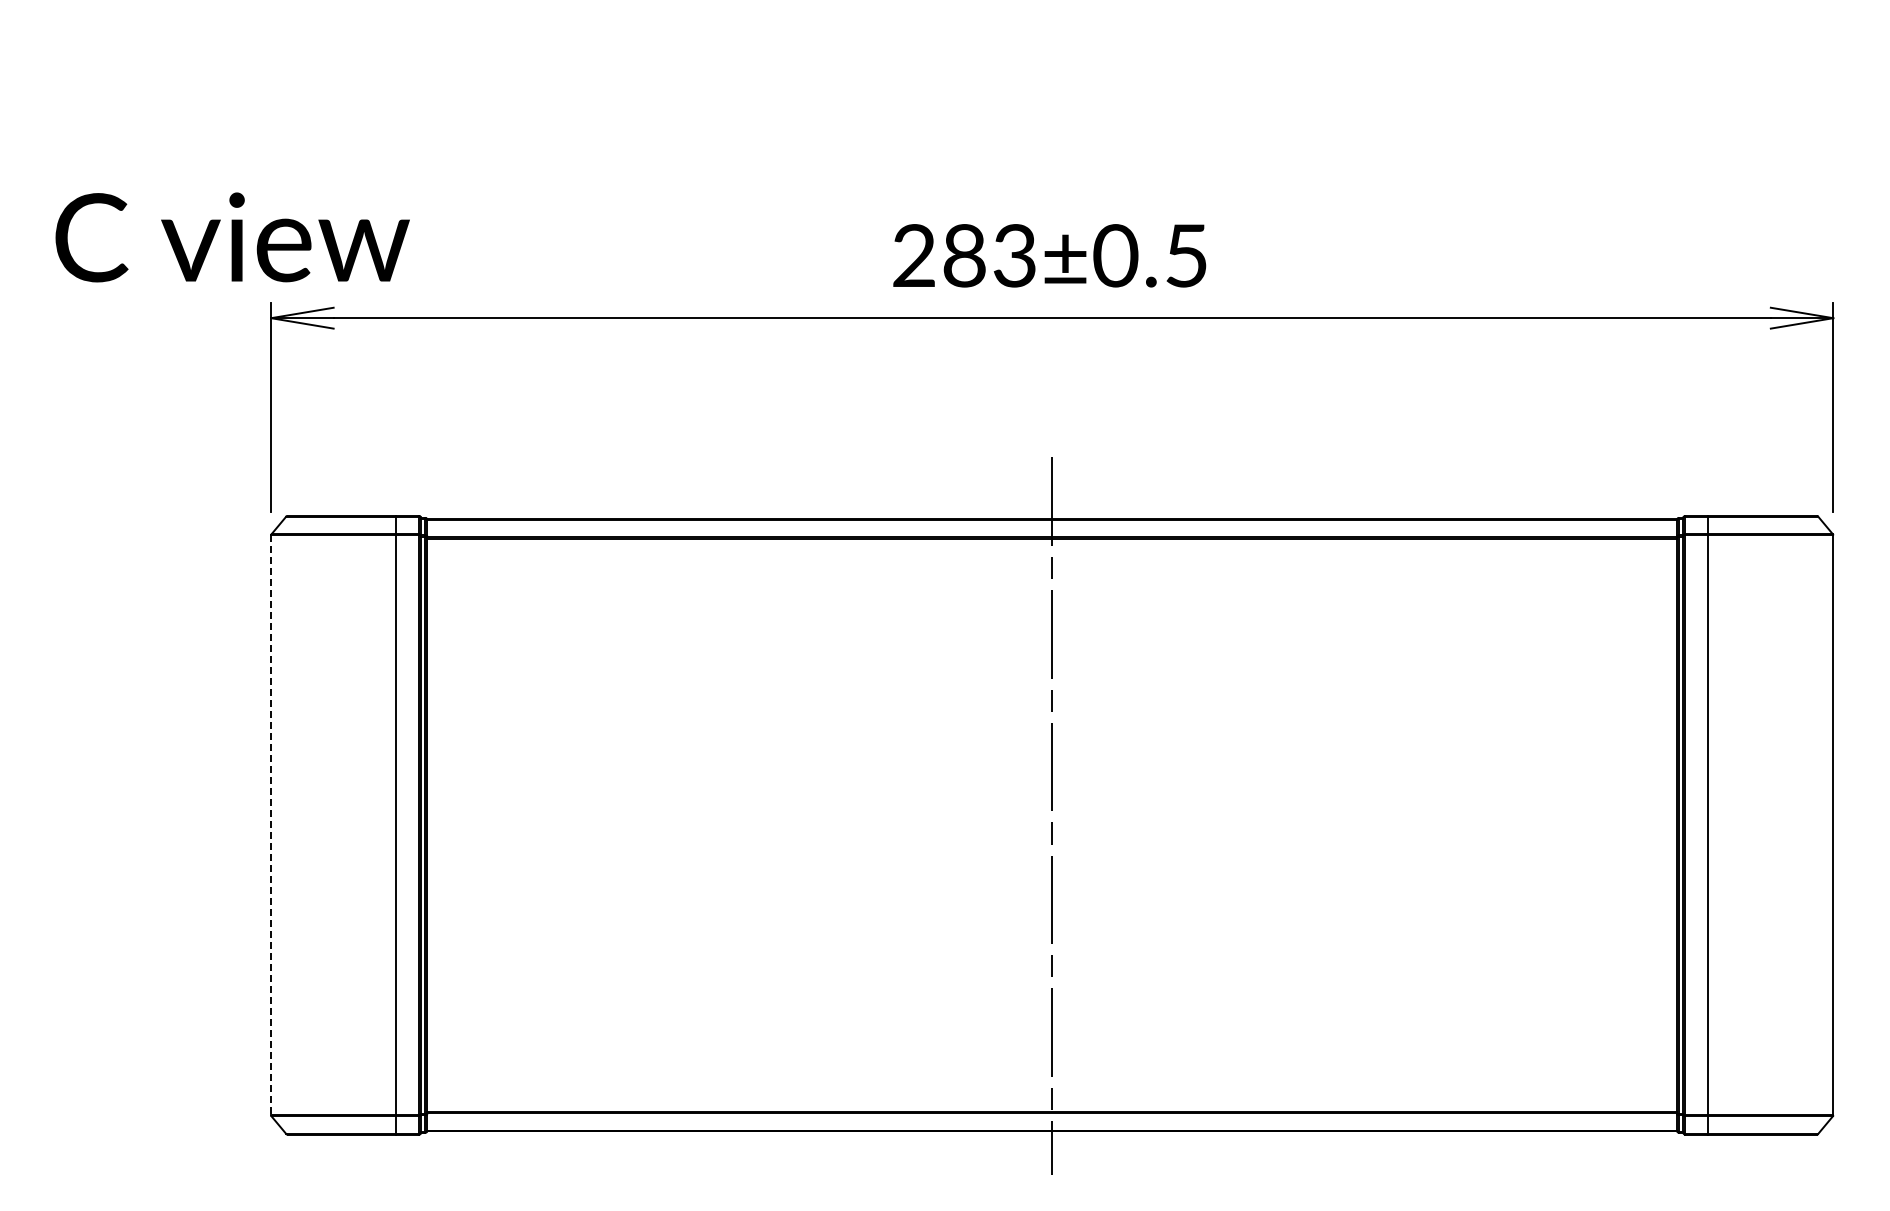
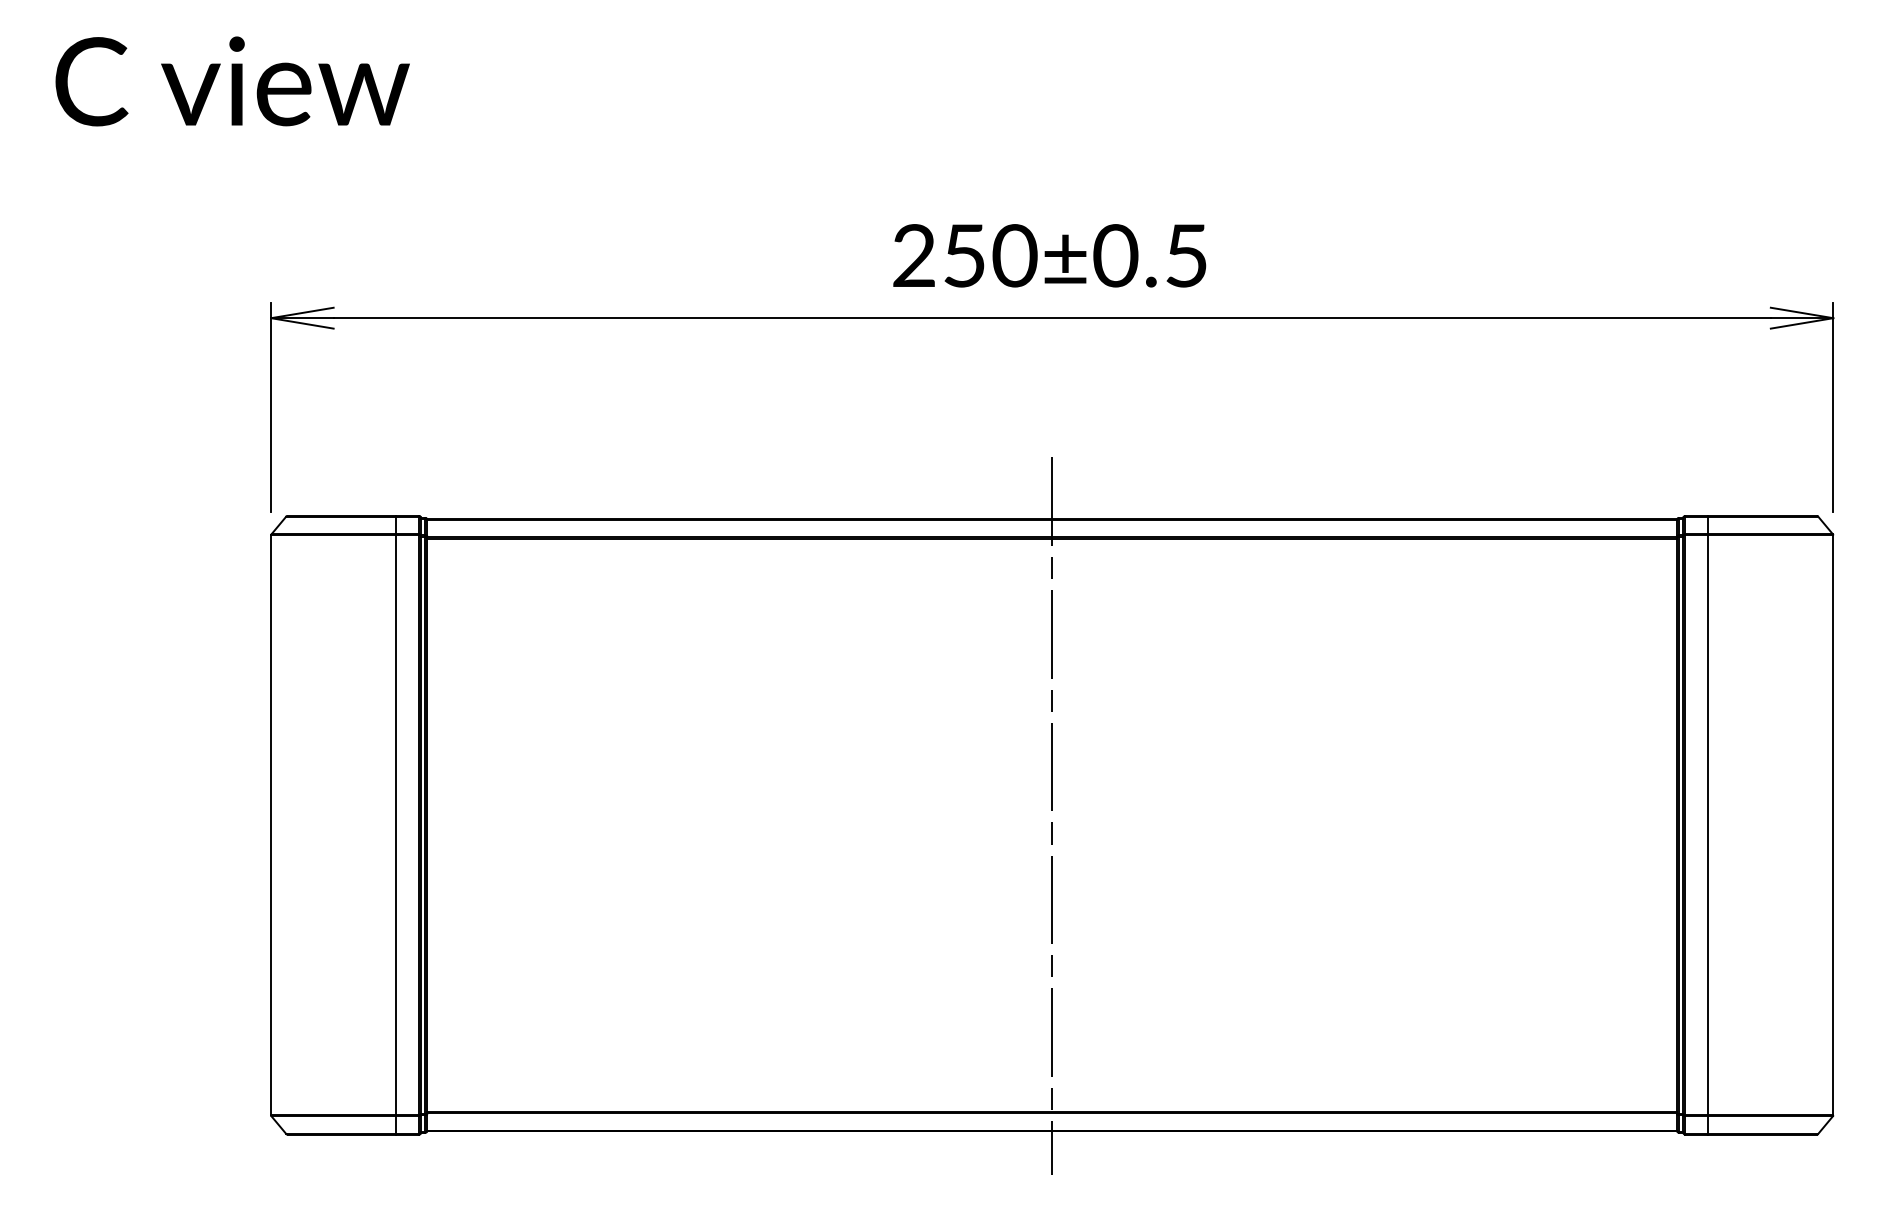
text at (232, 237) position: (232, 237) -> (232, 81)
text at (990, 255): 283±0.5 -> 250±0.5
line at (271, 825): dashed -> solid
